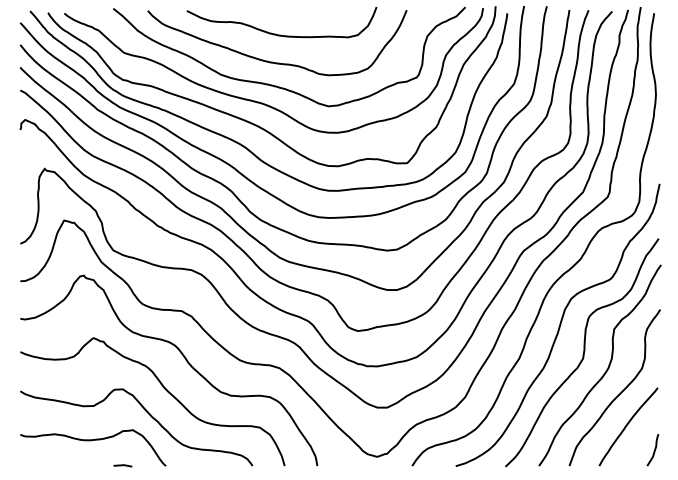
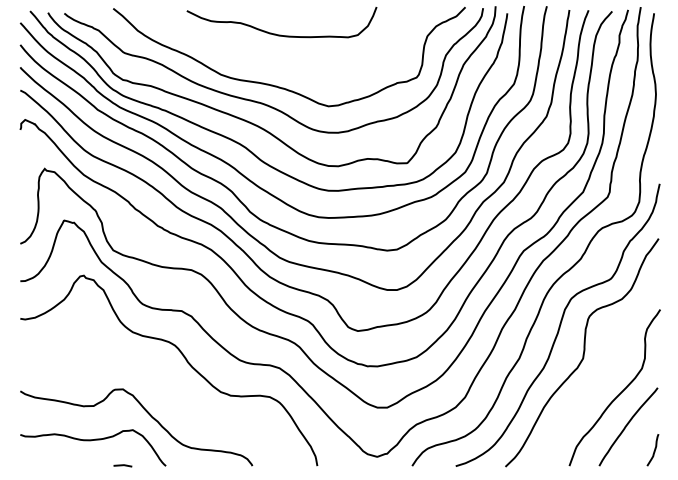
curve at (272, 61): present -> none
curve at (606, 369): present -> none
curve at (164, 389): present -> none
